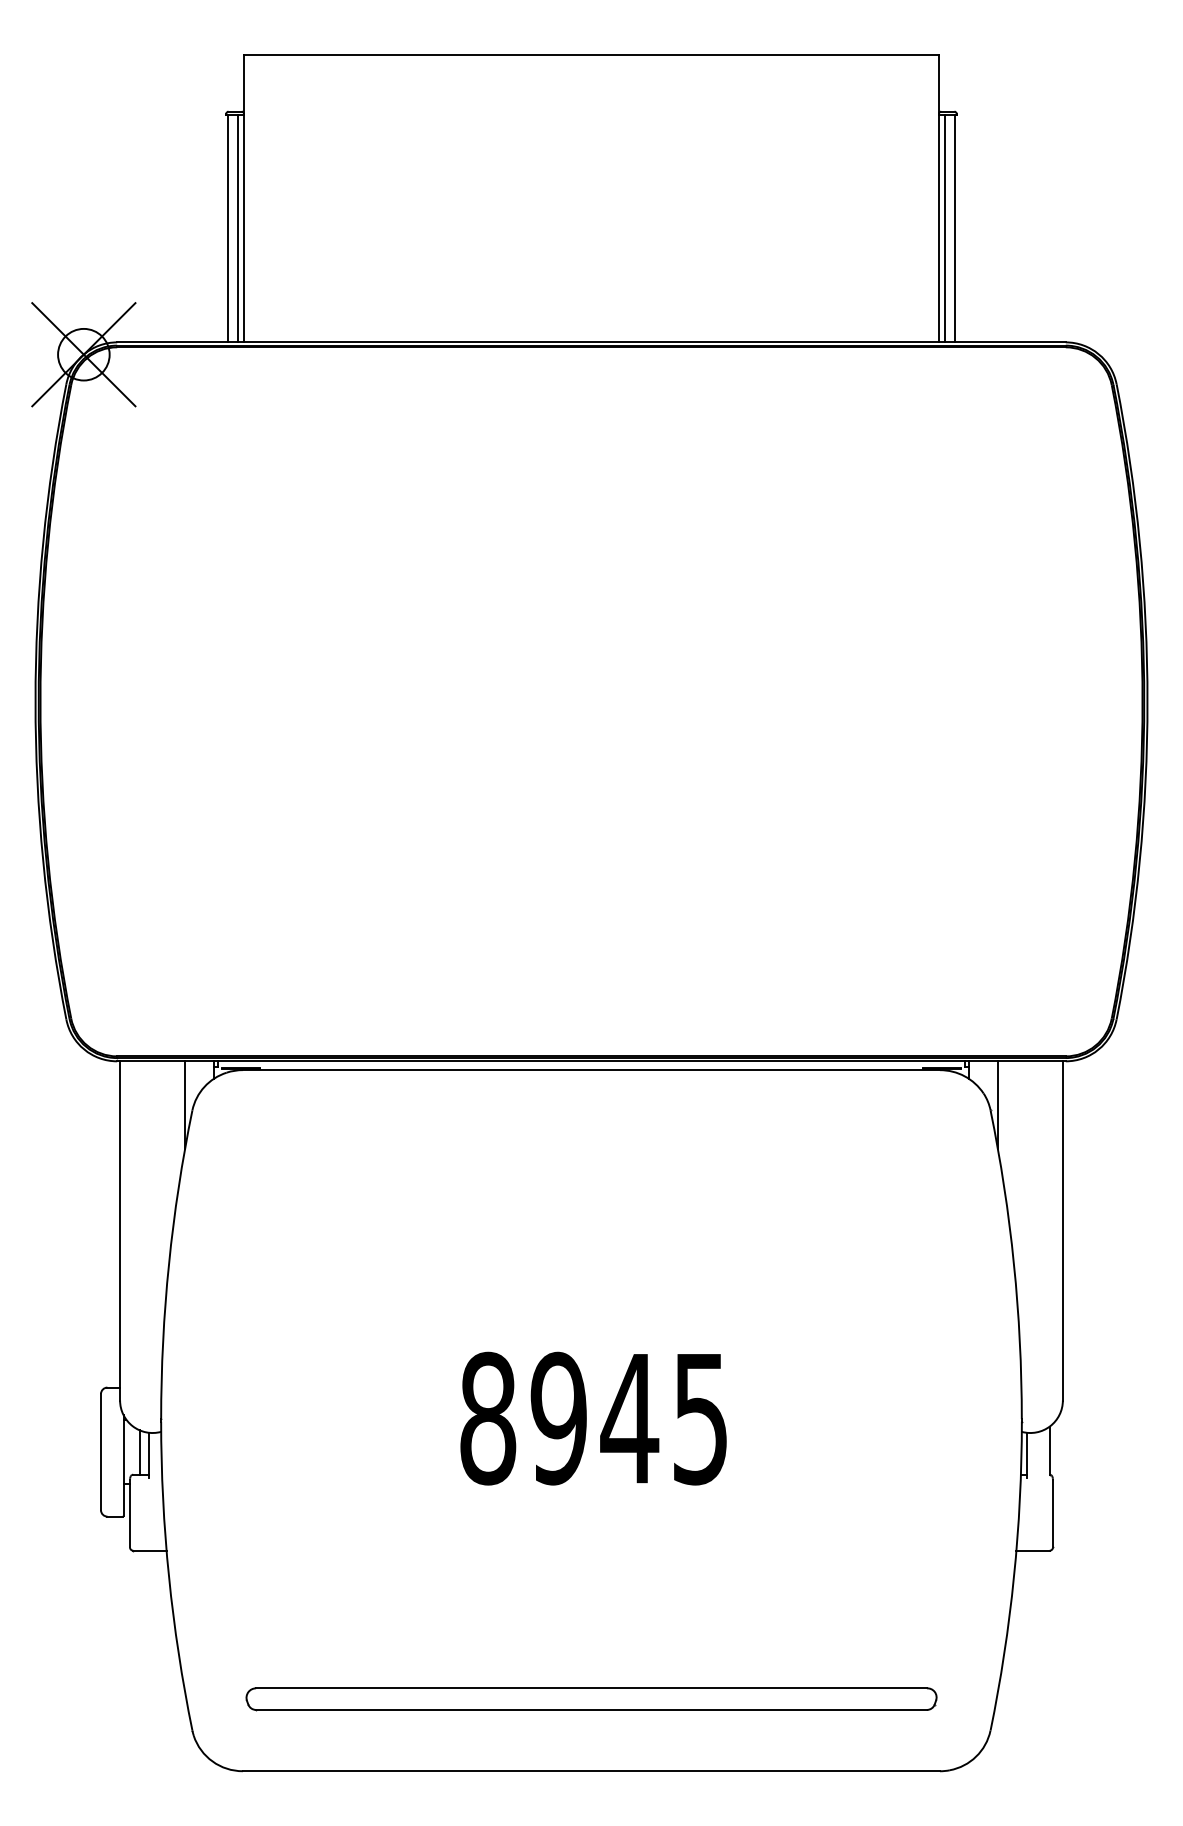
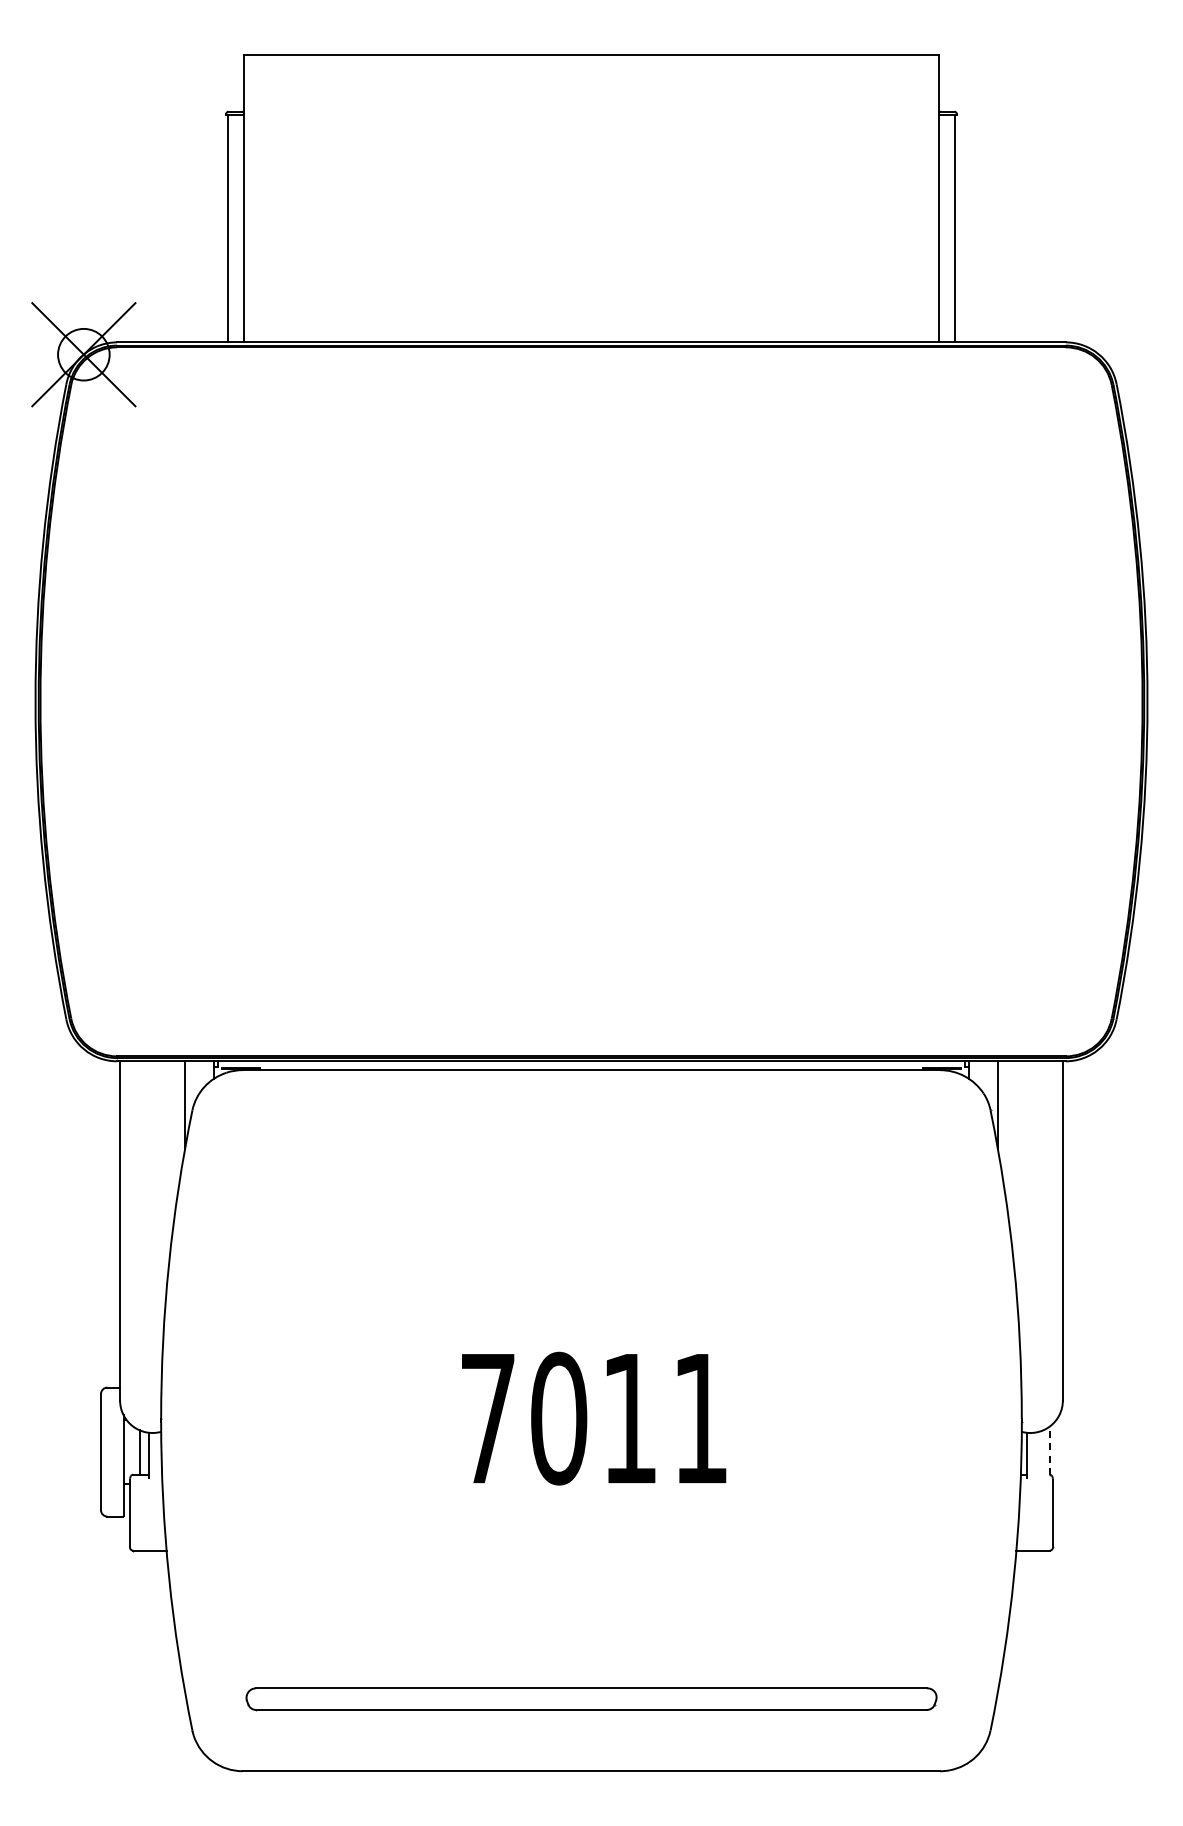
line at (237, 228): present -> none
line at (945, 228): present -> none
text at (593, 1418): 8945 -> 7011
line at (1049, 1450): solid -> dashed
